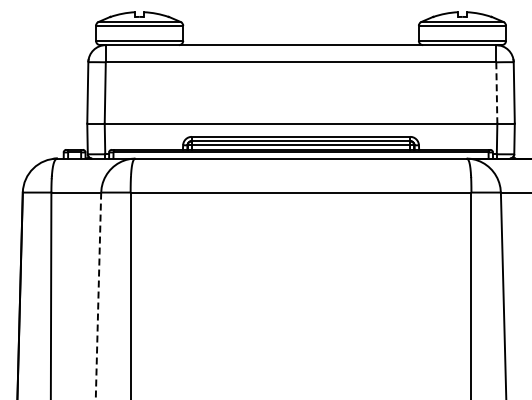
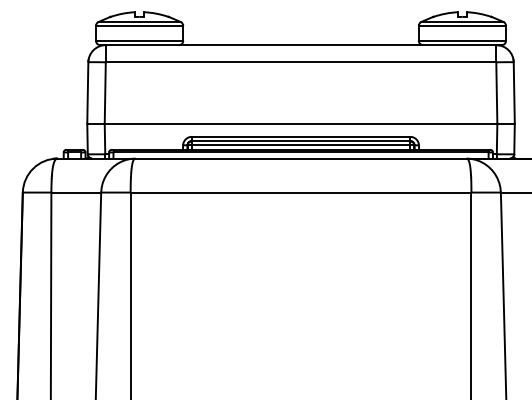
line at (496, 92): dashed -> solid
line at (98, 296): dashed -> solid
